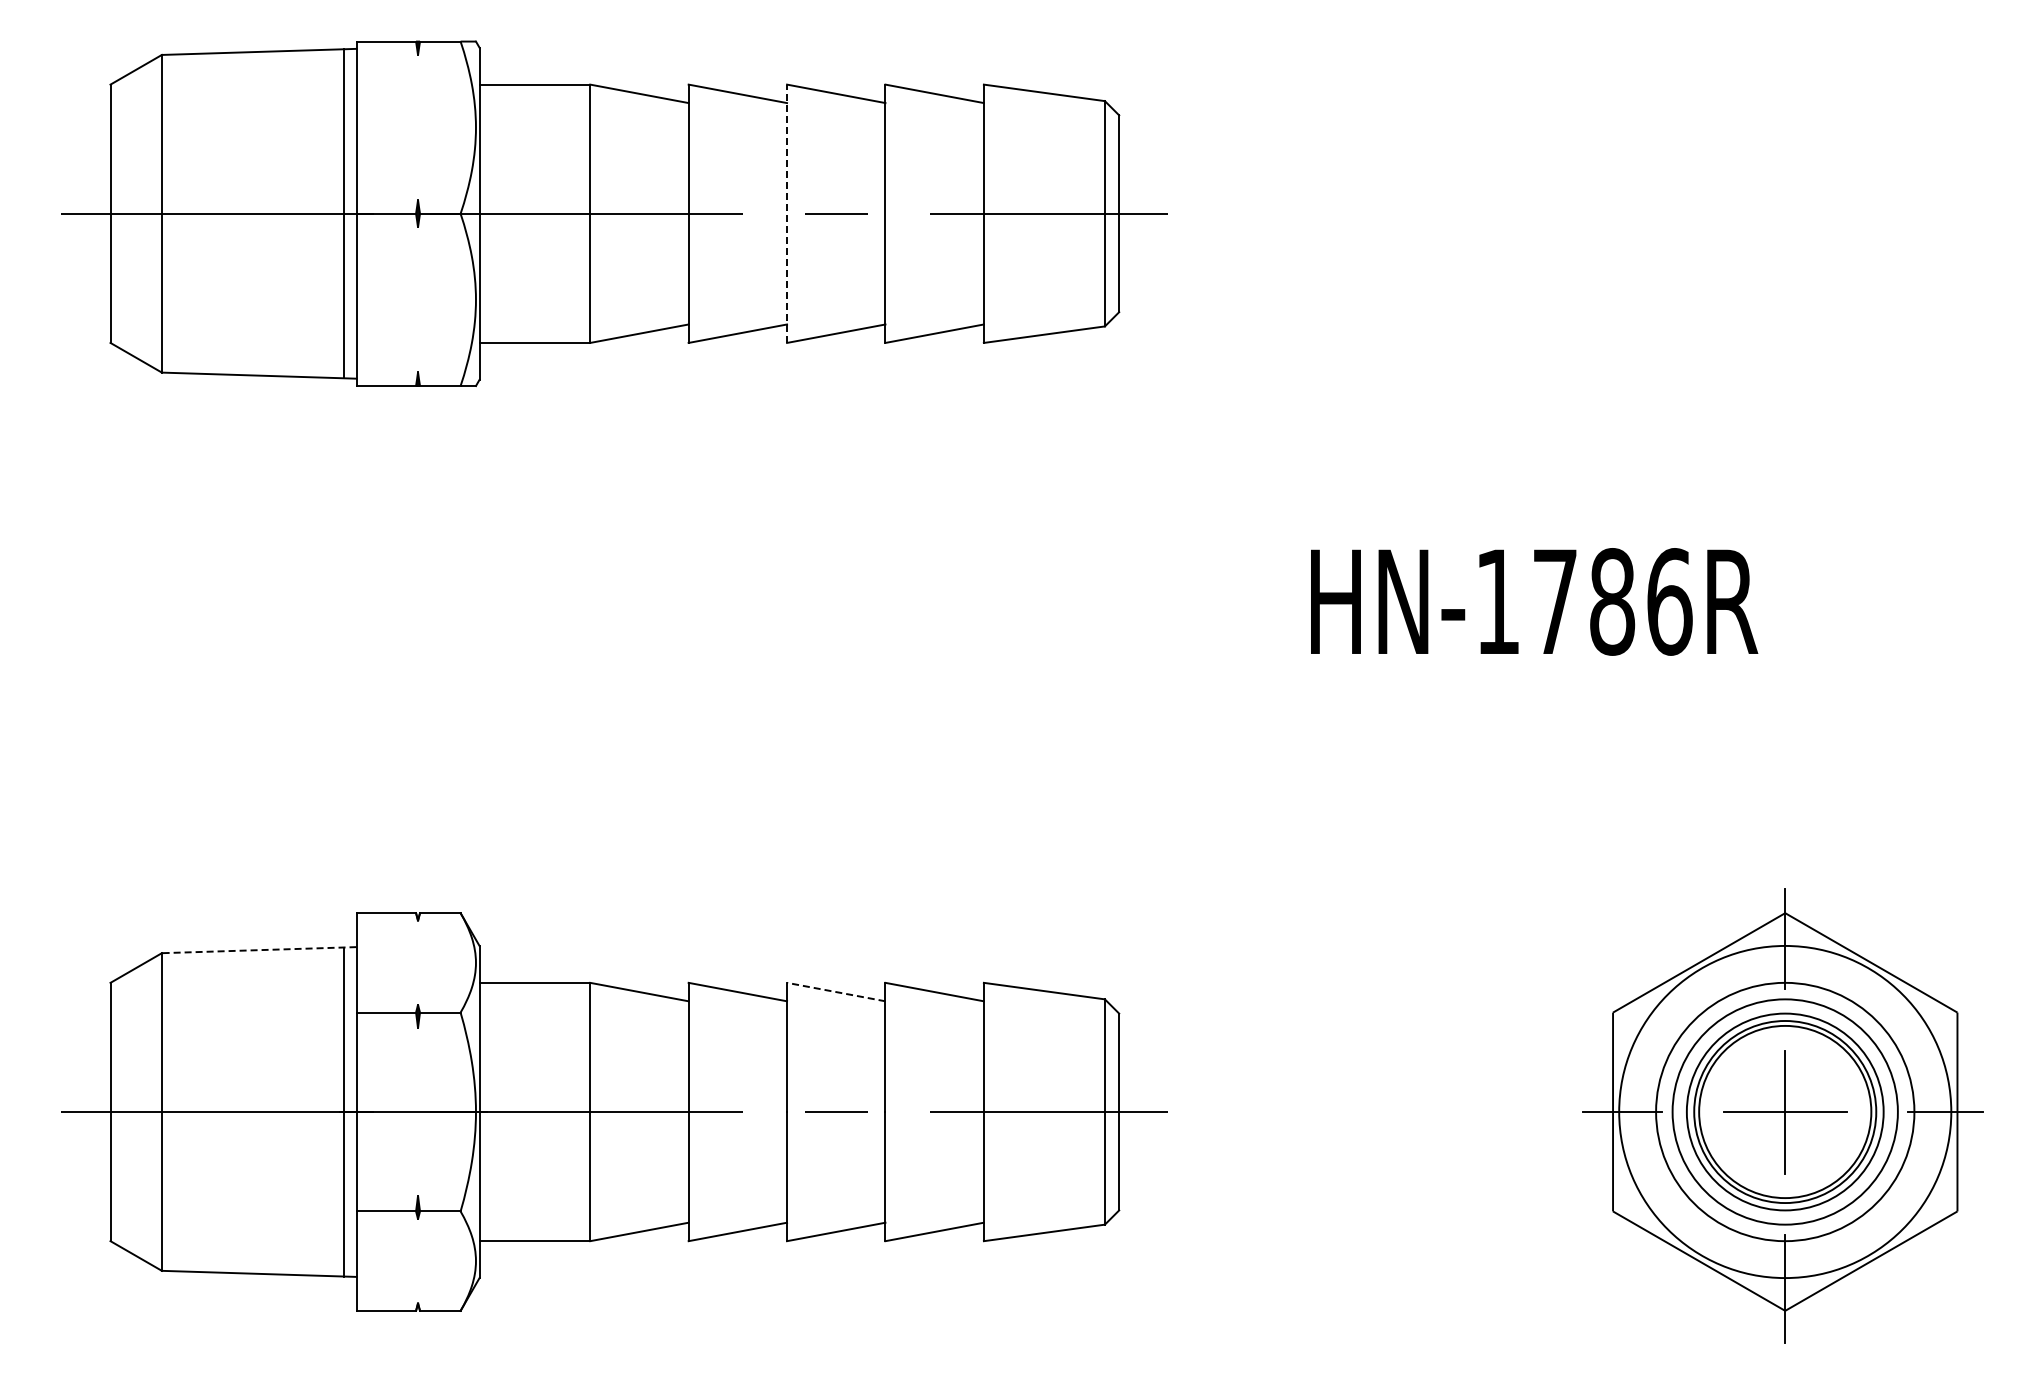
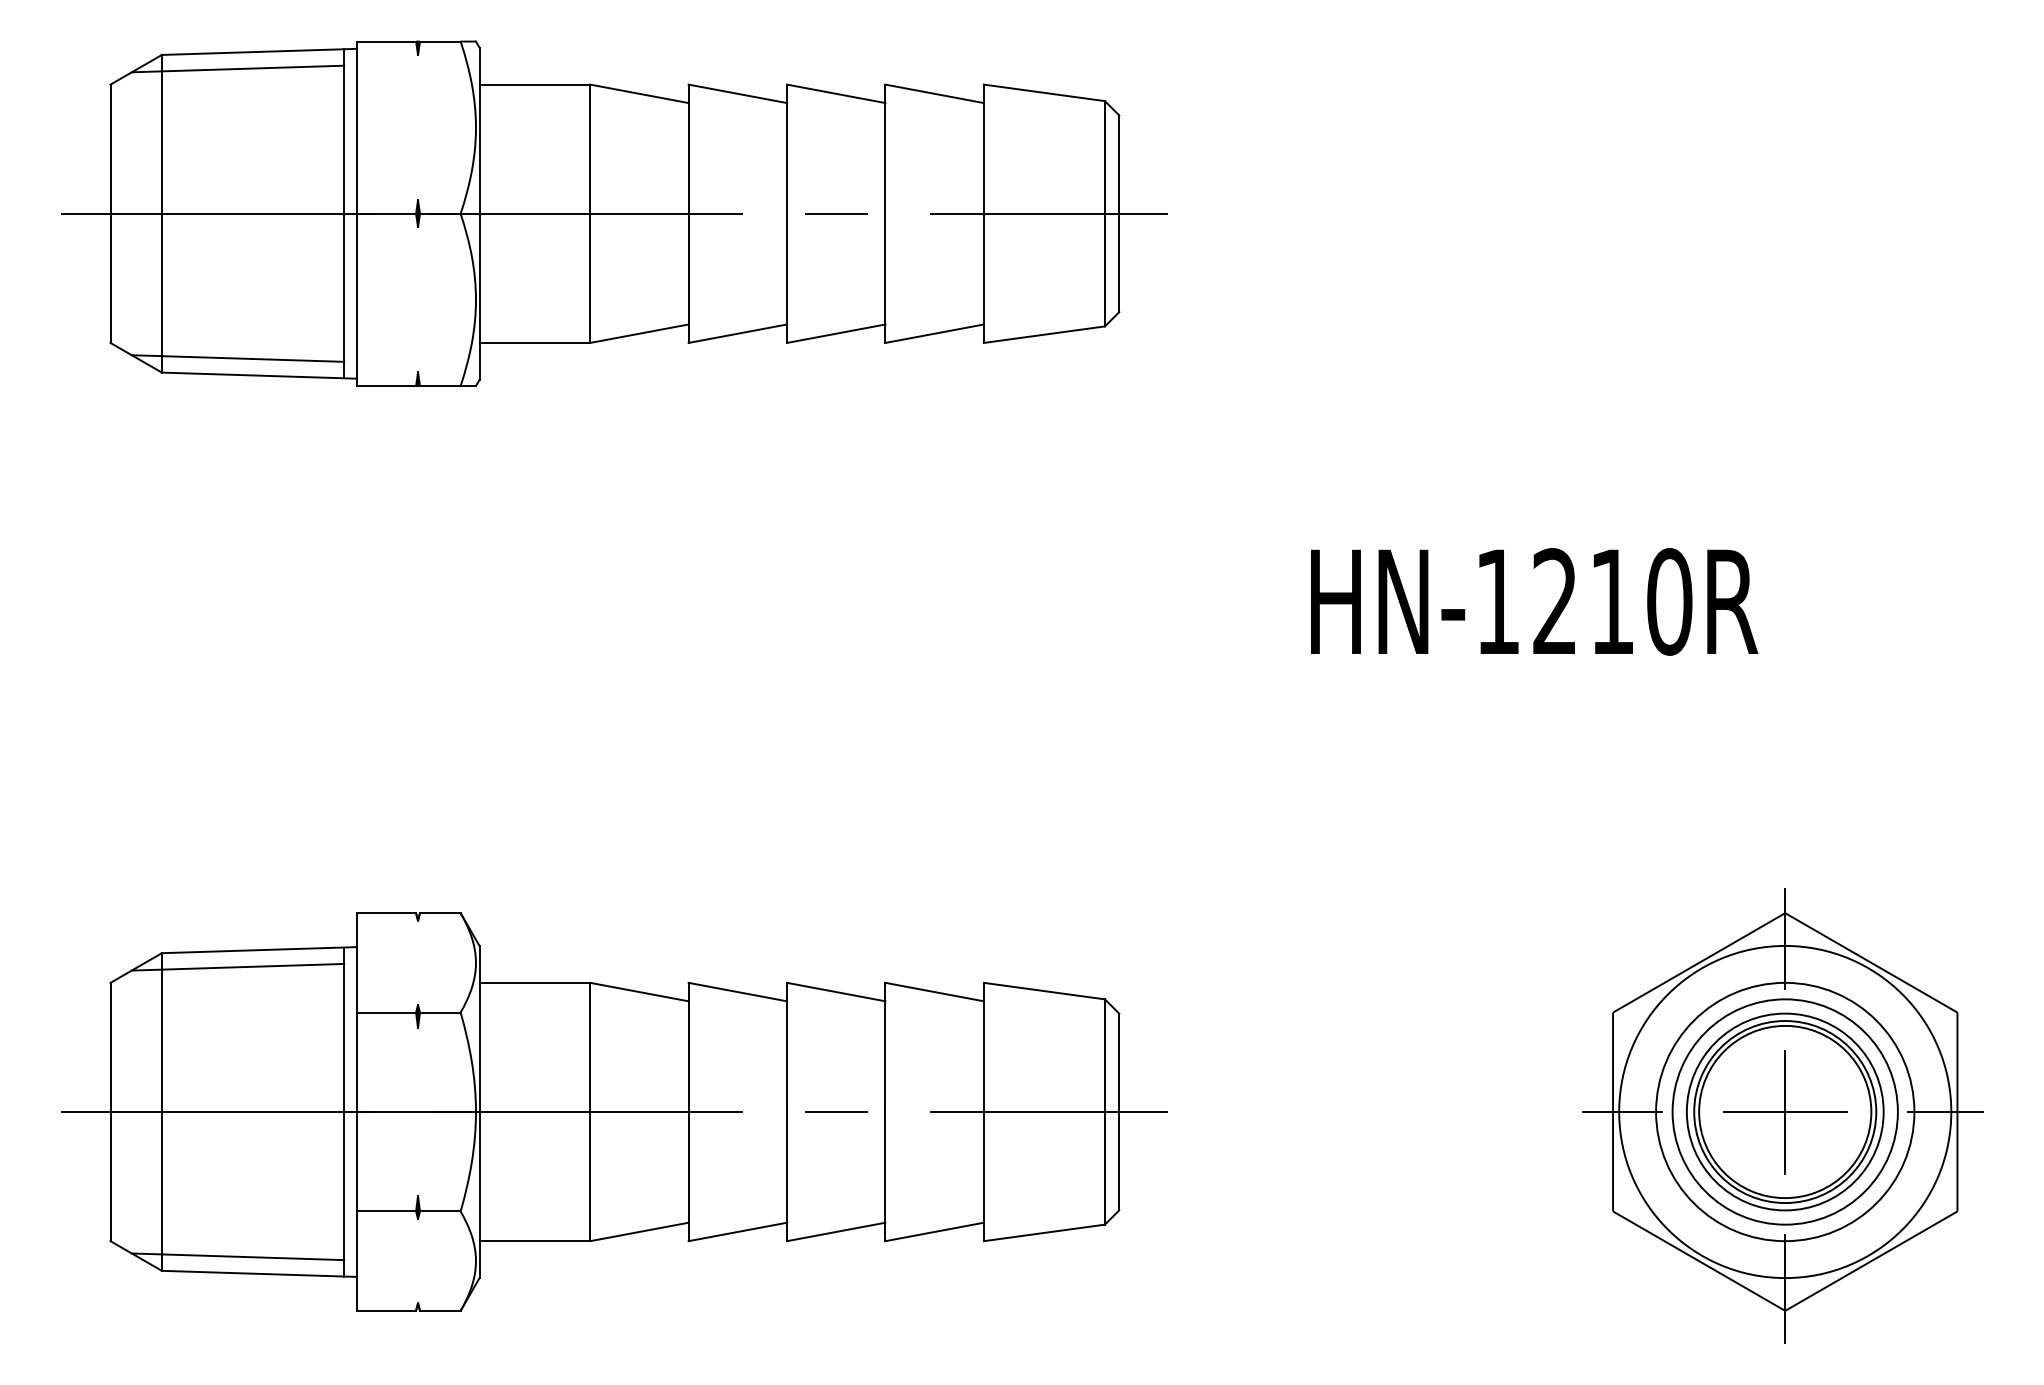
line at (237, 68): none -> present
line at (787, 213): dashed -> solid
line at (237, 358): none -> present
text at (1612, 601): HN-1786R -> HN-1210R
line at (258, 950): dashed -> solid
line at (237, 966): none -> present
line at (835, 991): dashed -> solid
line at (237, 1256): none -> present
